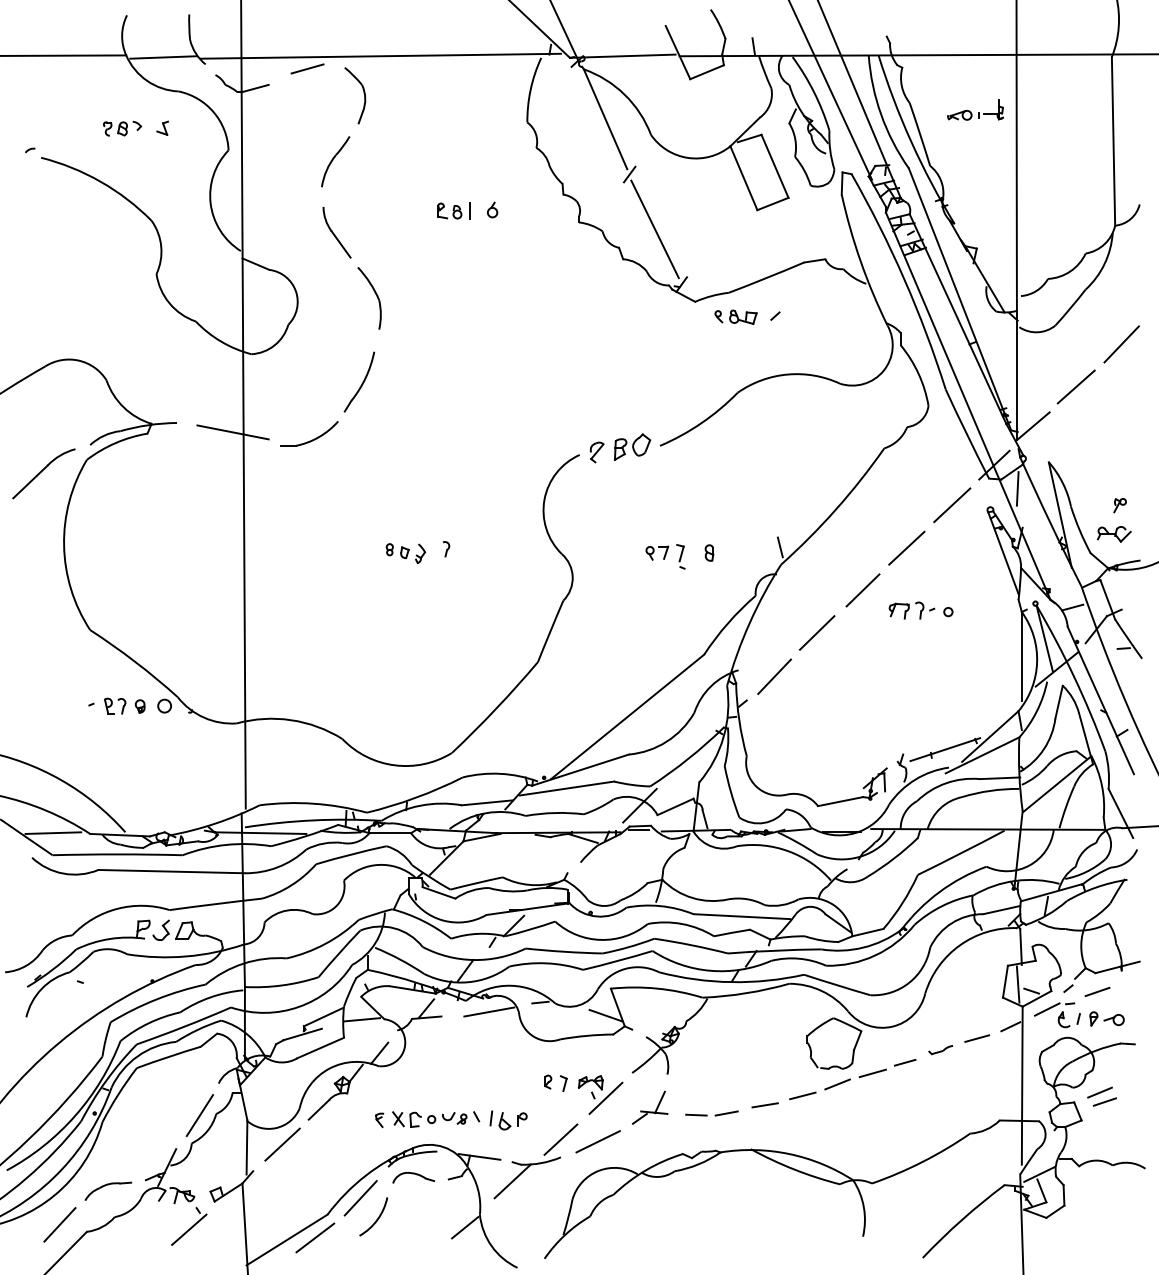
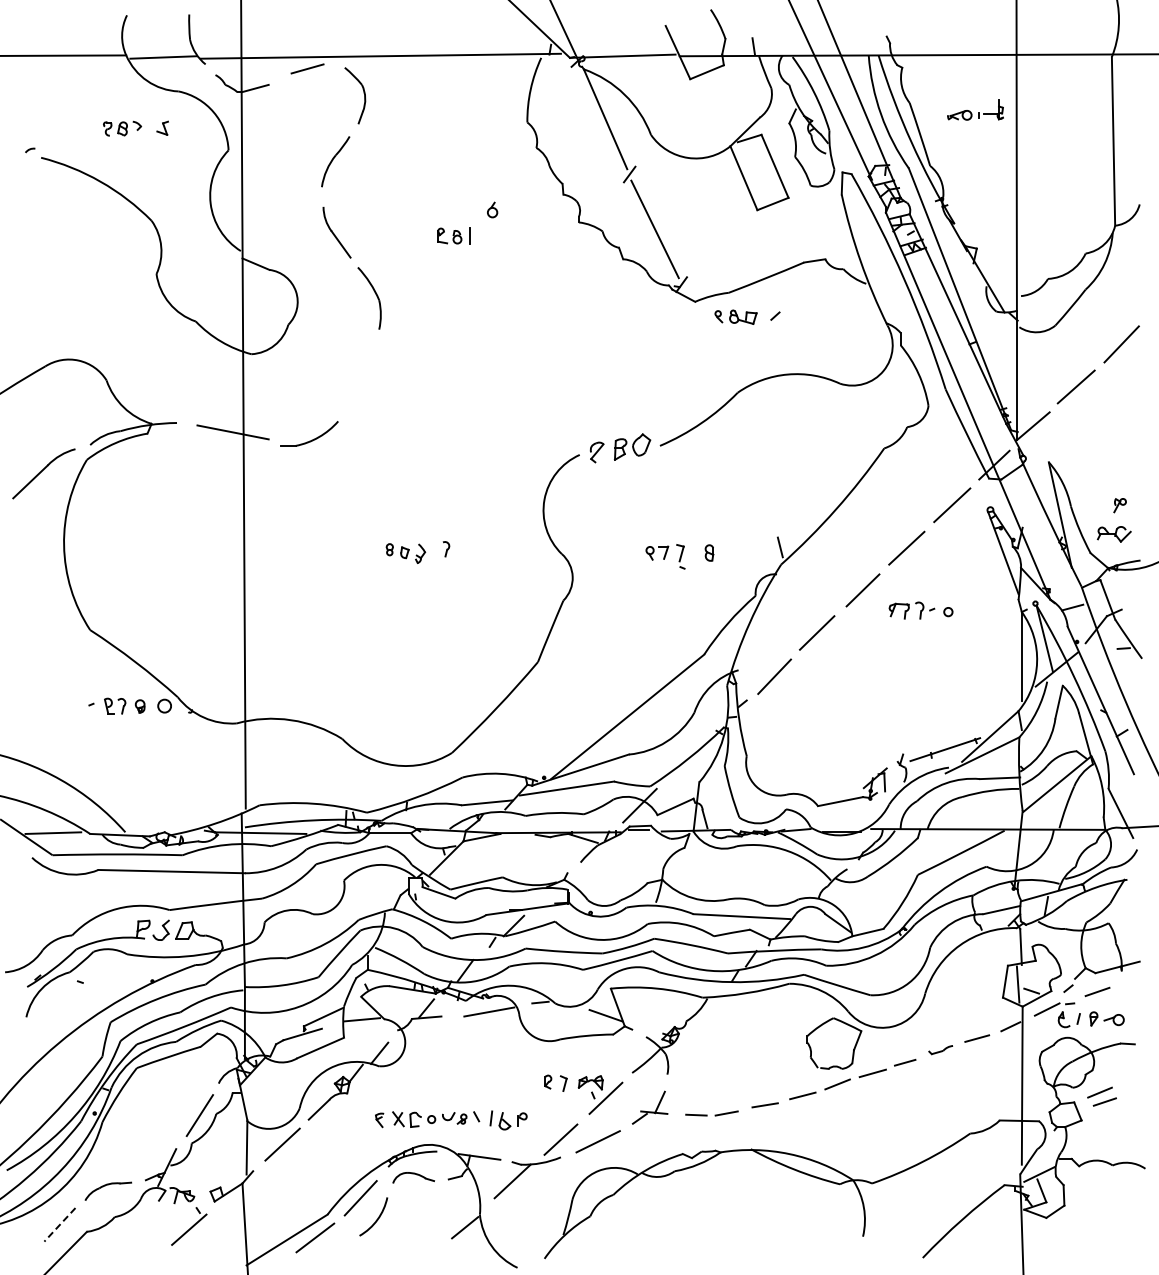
part at (453, 210) position: (453, 210) -> (453, 235)
part at (359, 381): present -> none
line at (1017, 488): present -> none
line at (59, 1224): solid -> dashed
